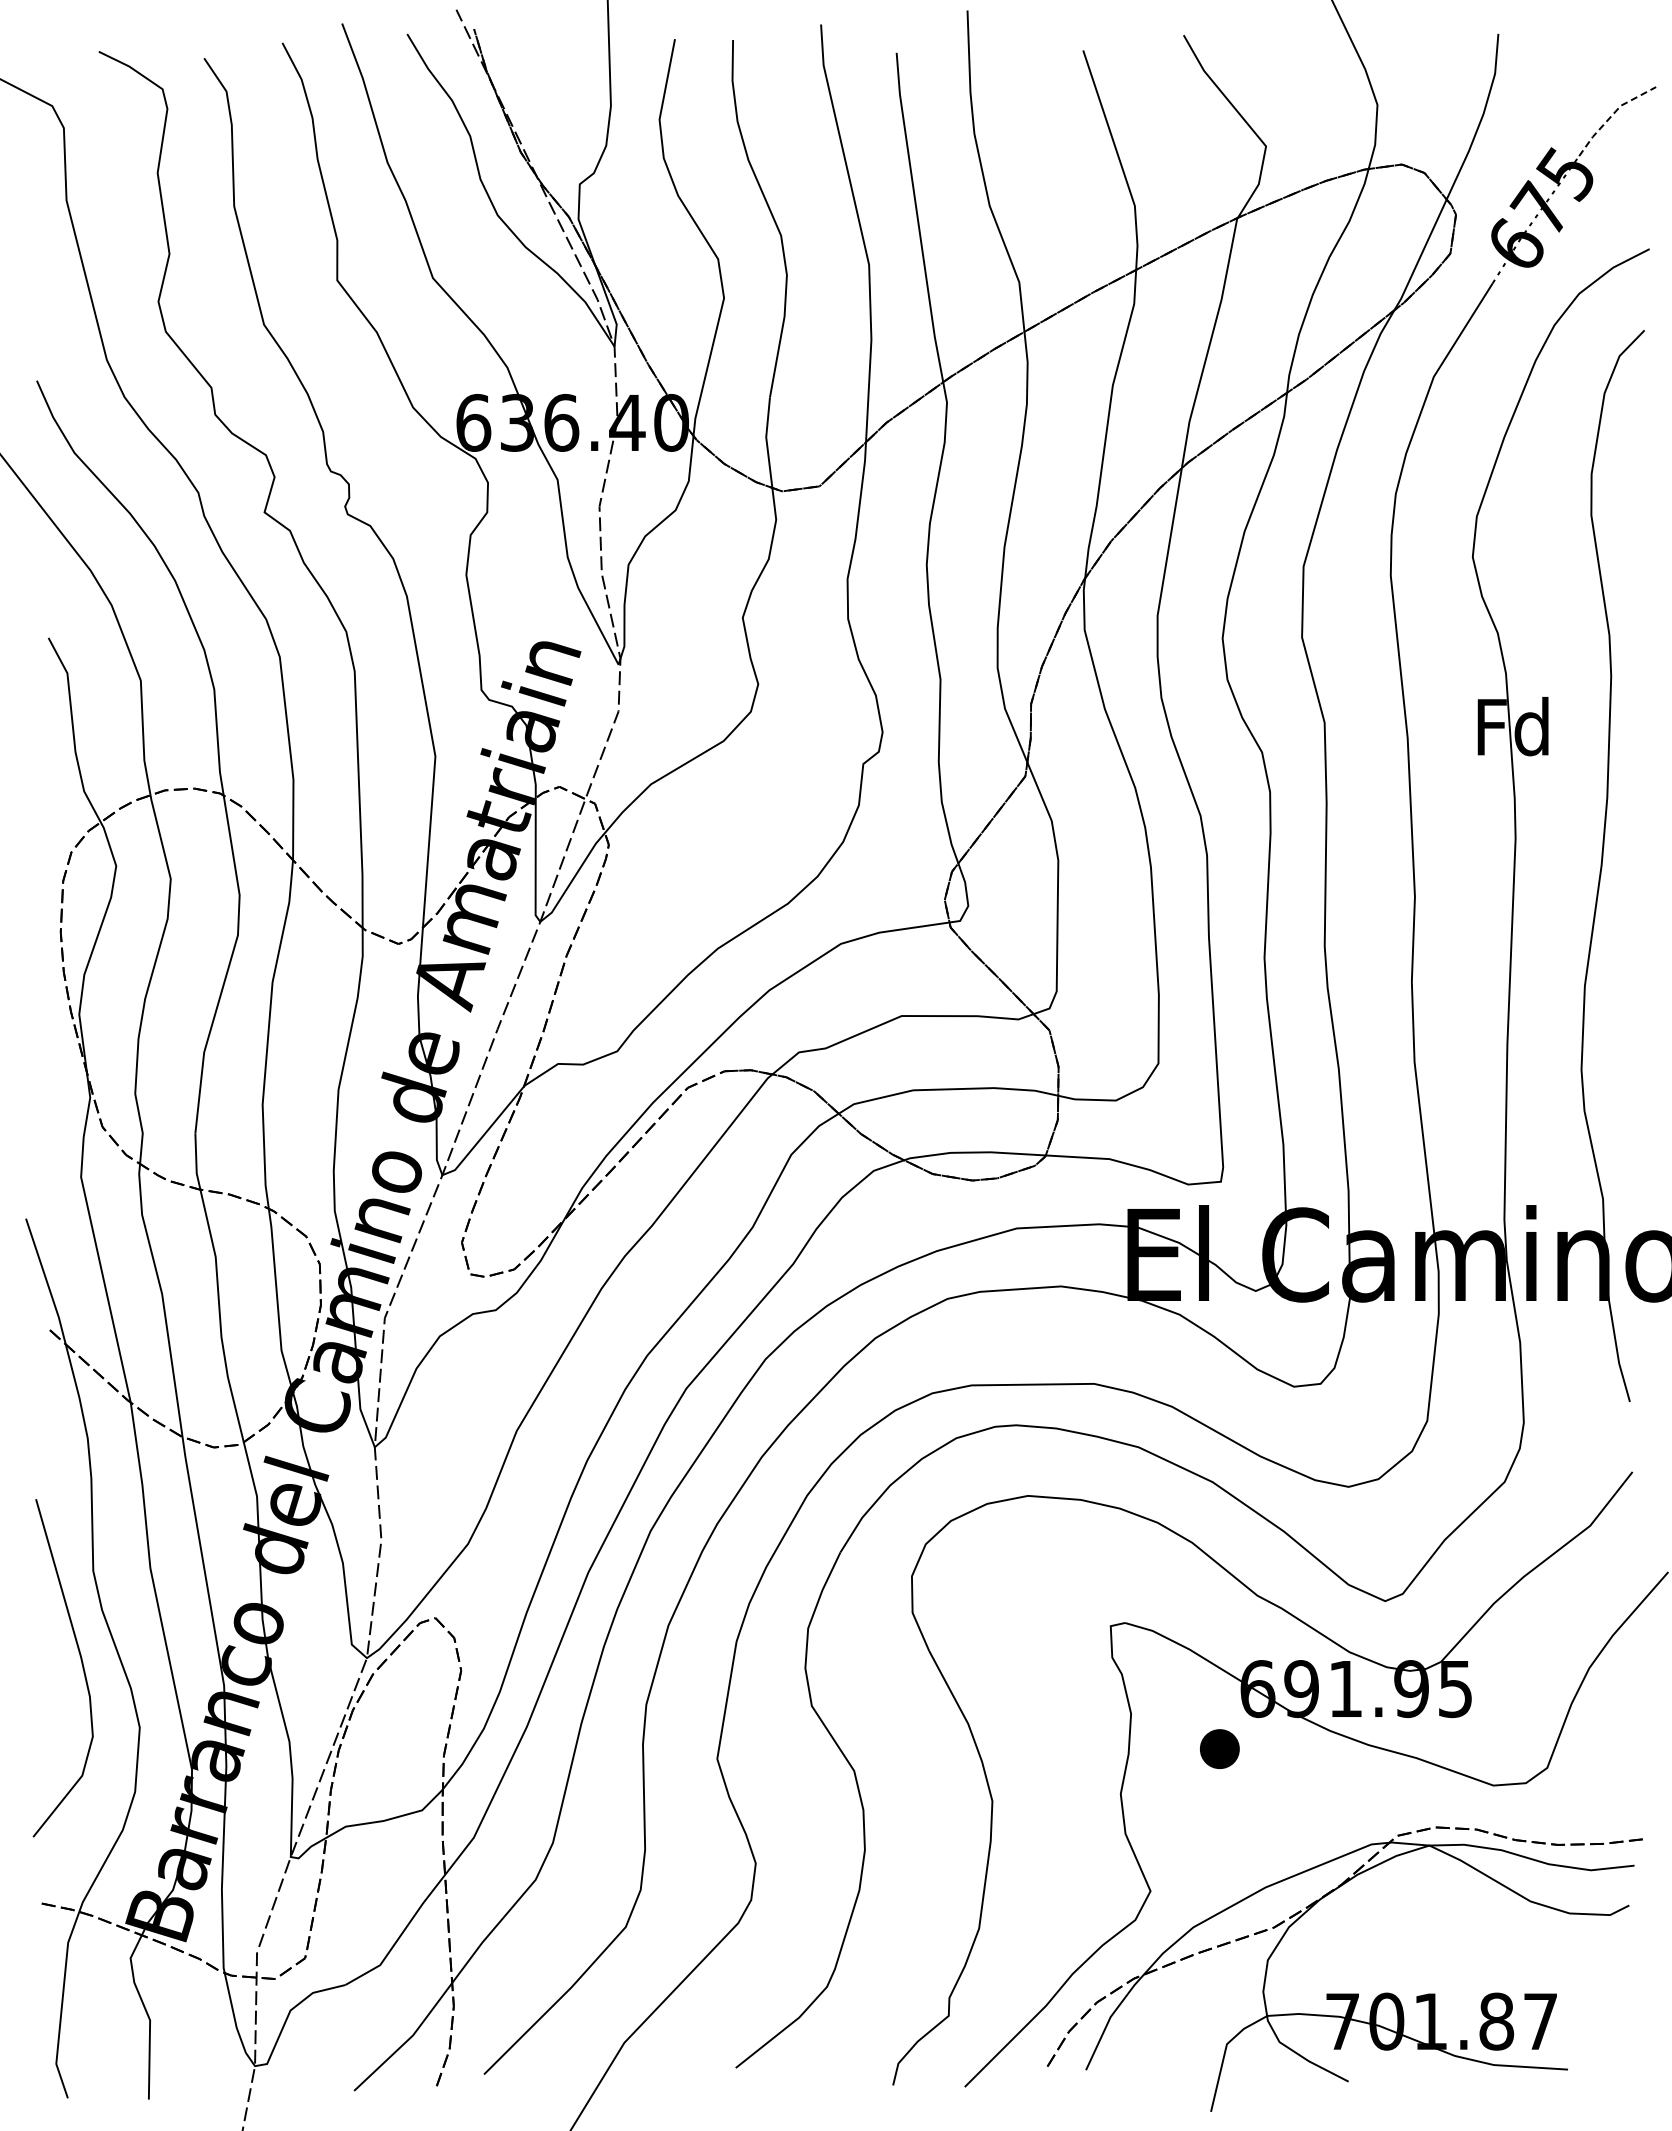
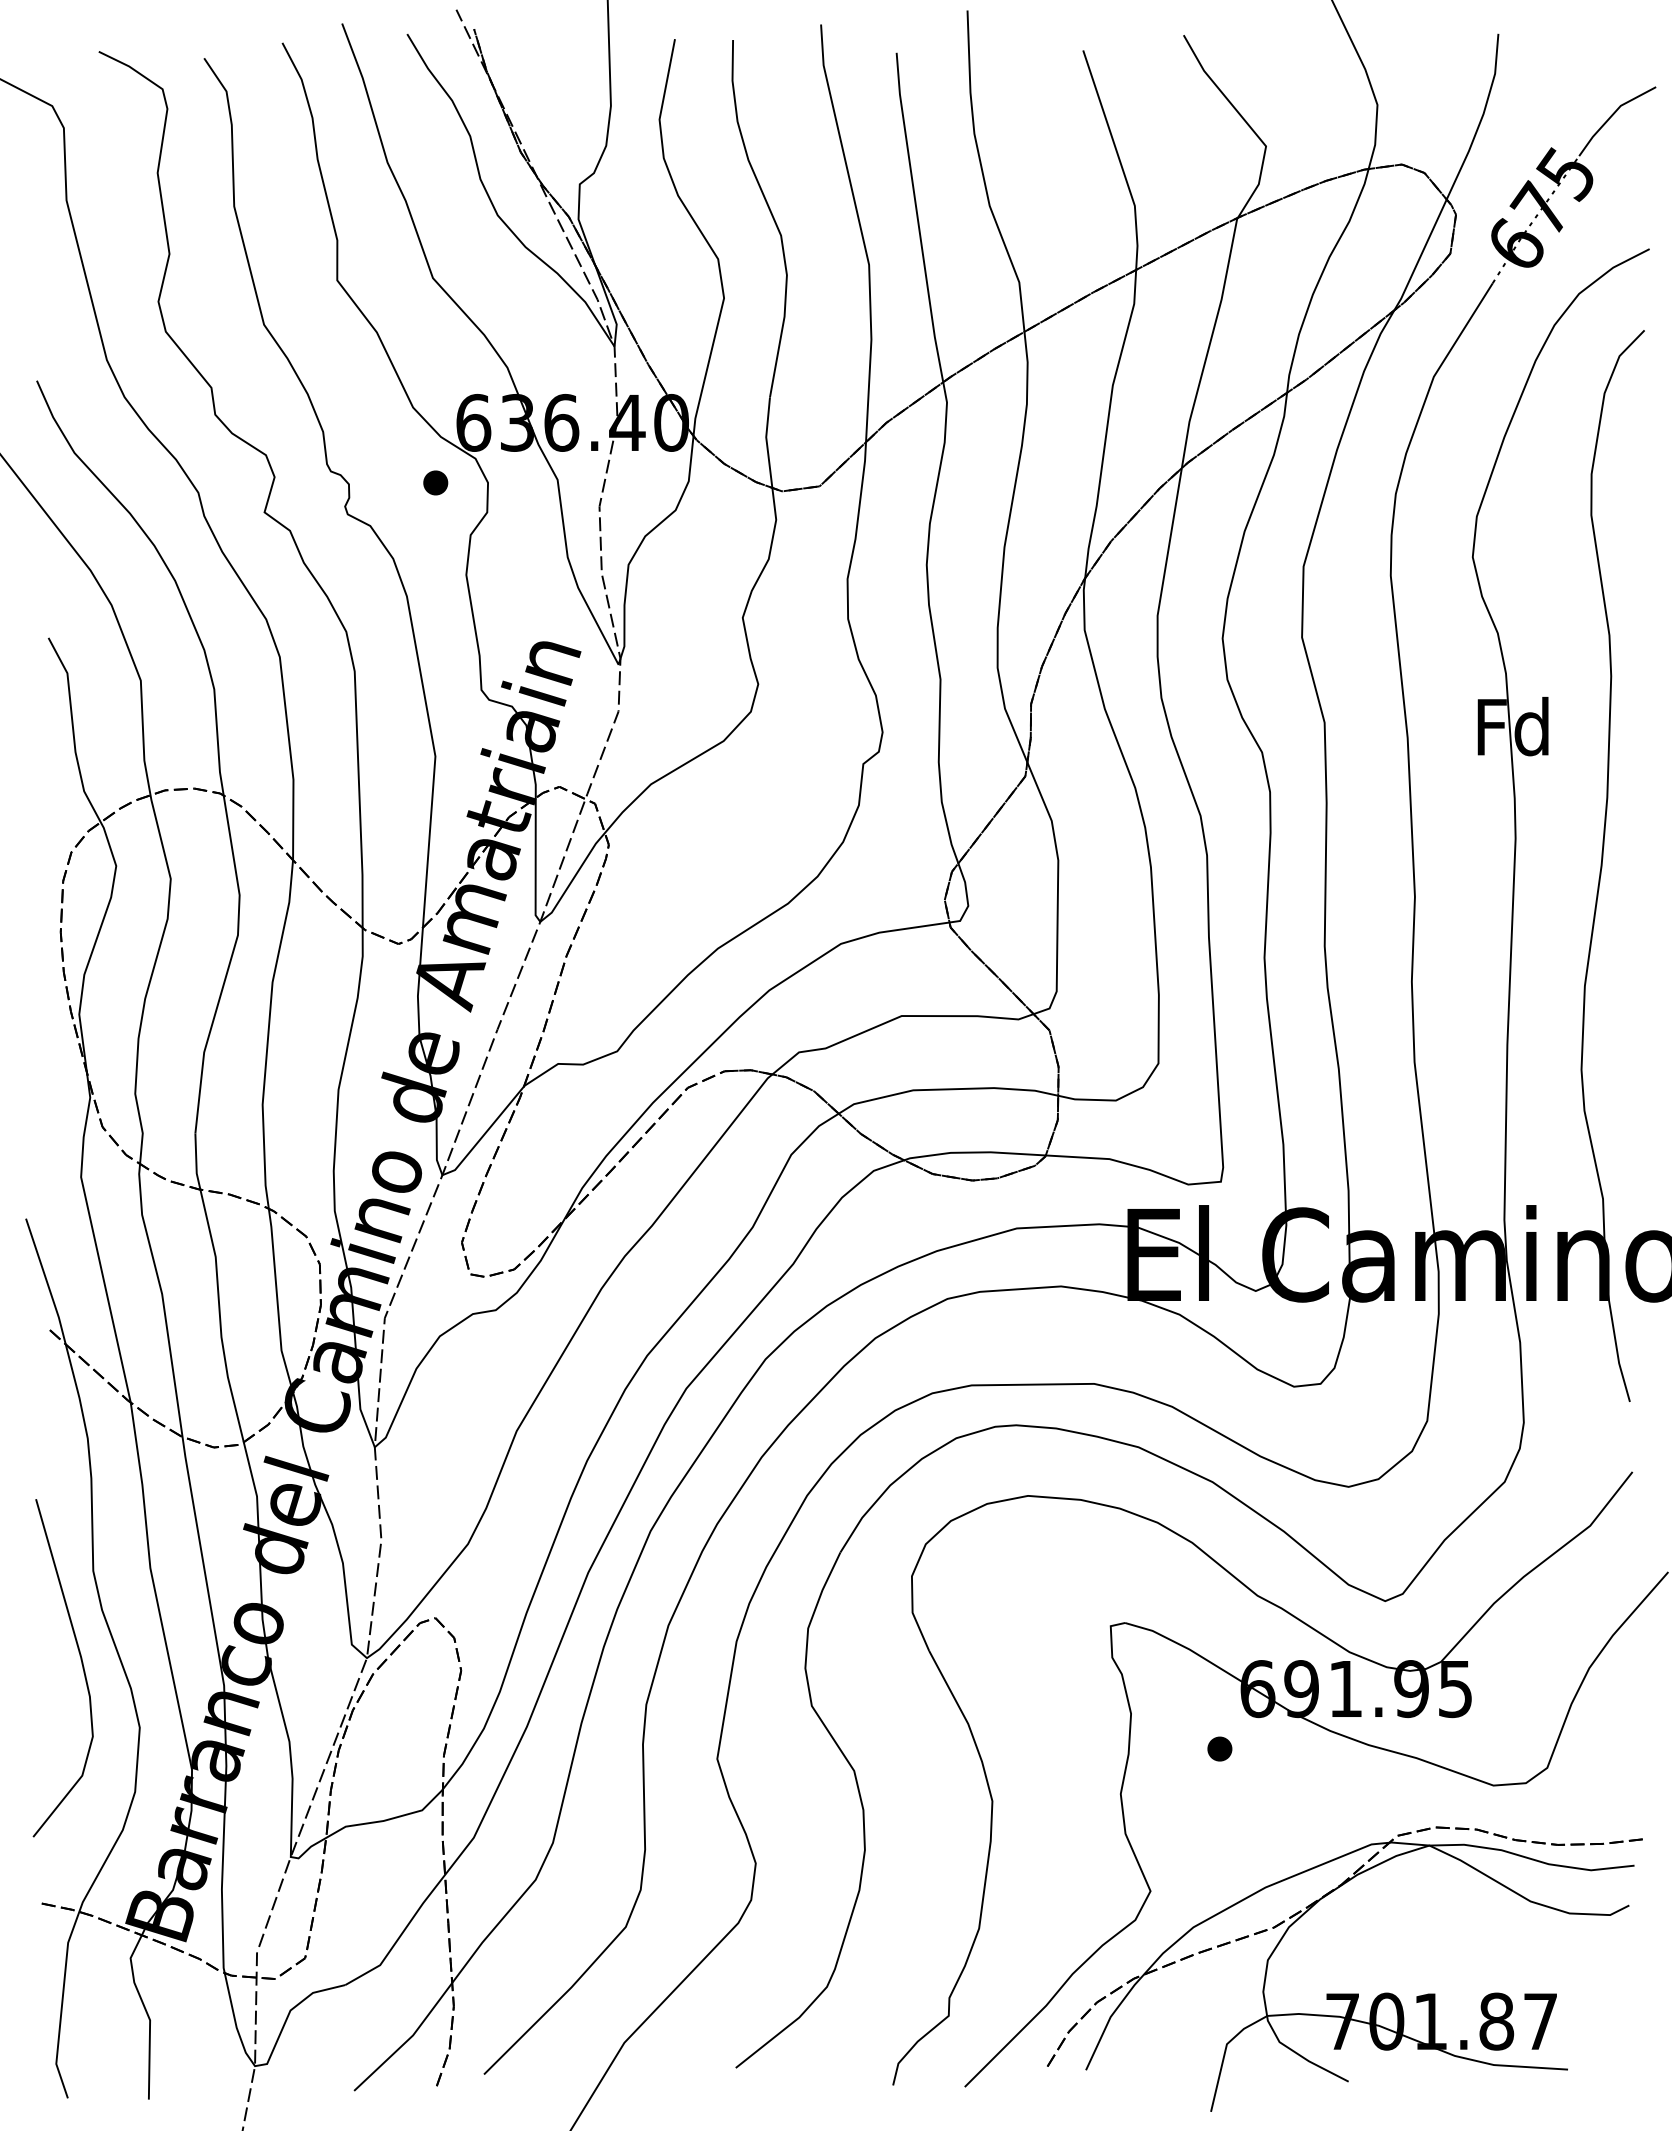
line at (1612, 115): dashed -> solid
part at (435, 482): none -> present
part at (1219, 1748) size: 40x40 px -> 26x26 px
